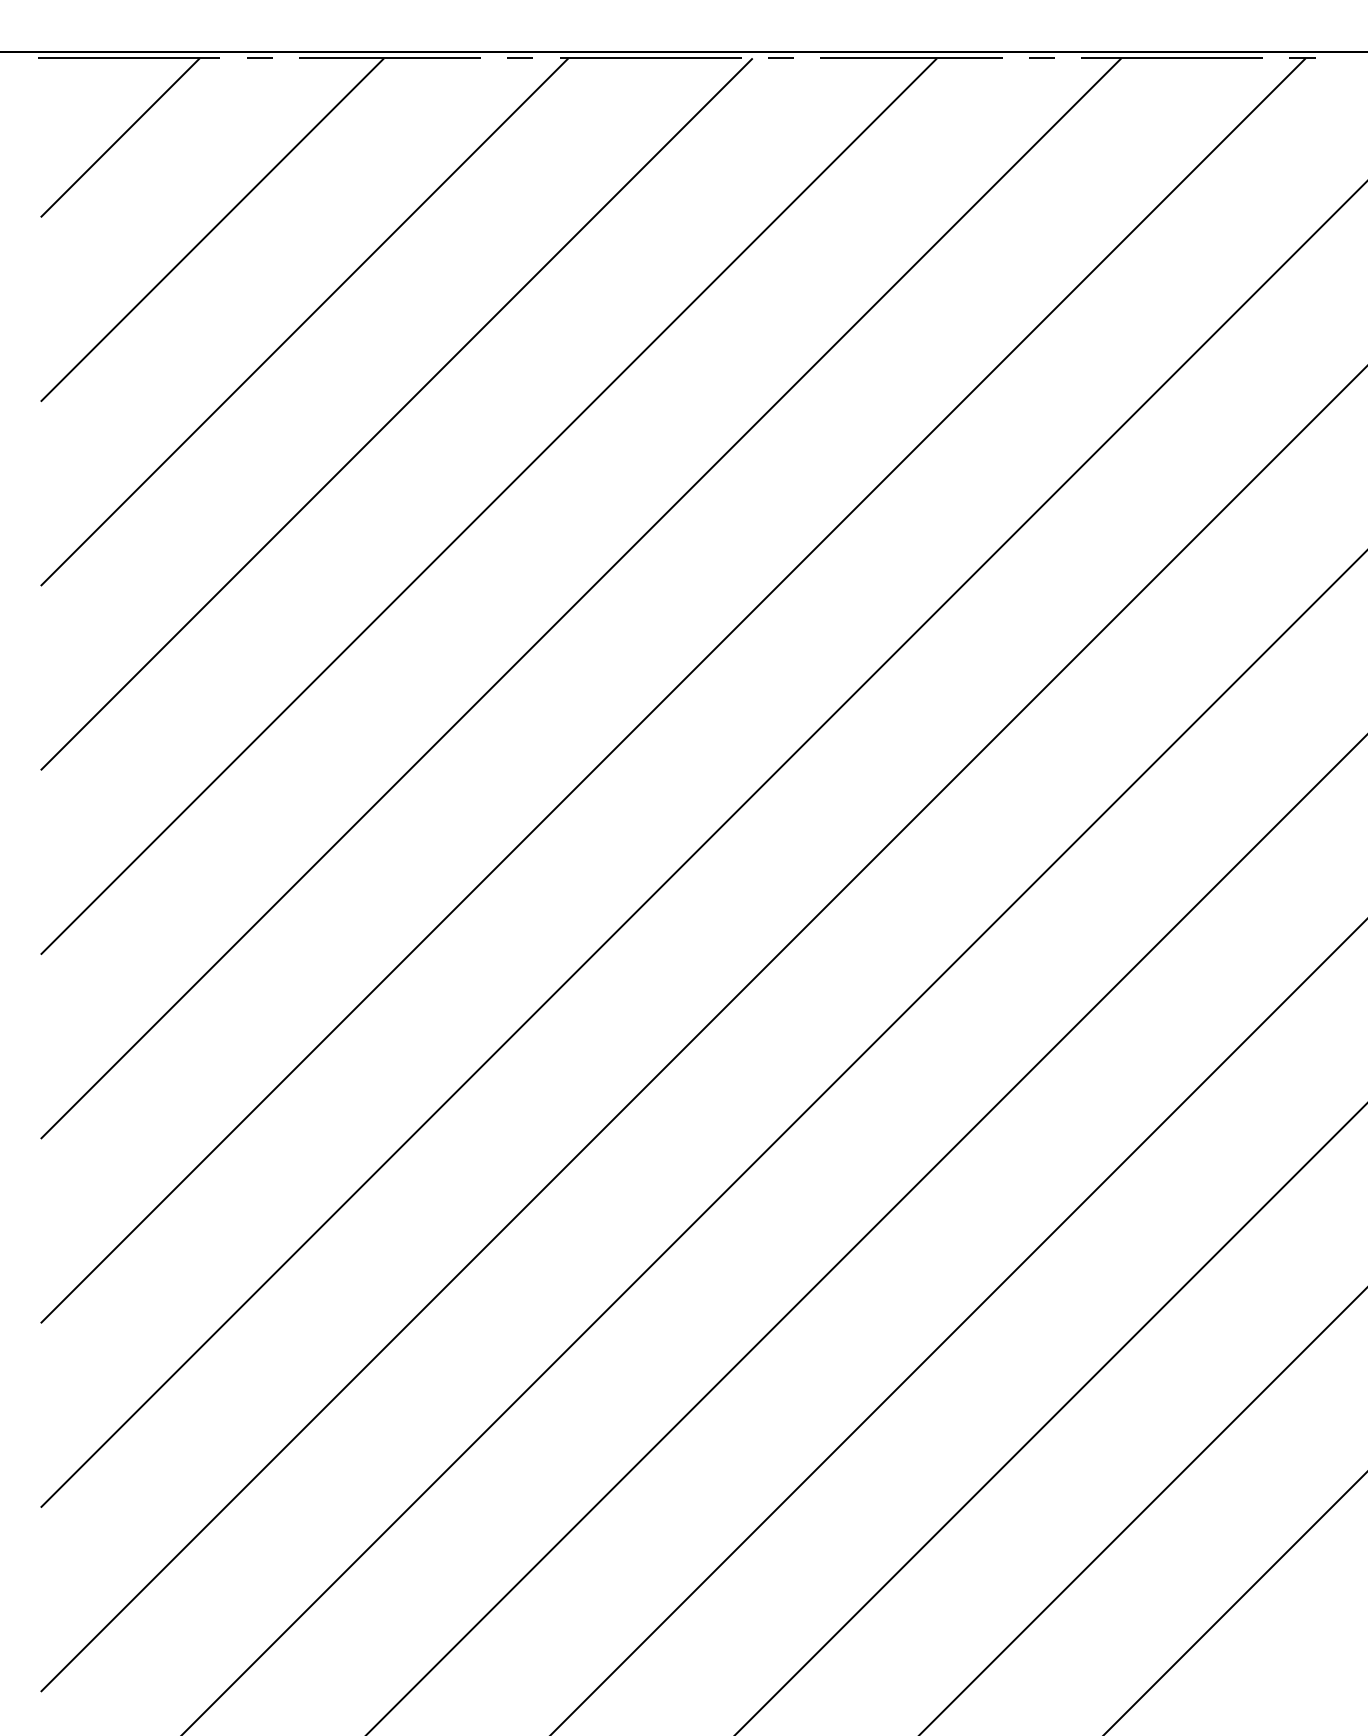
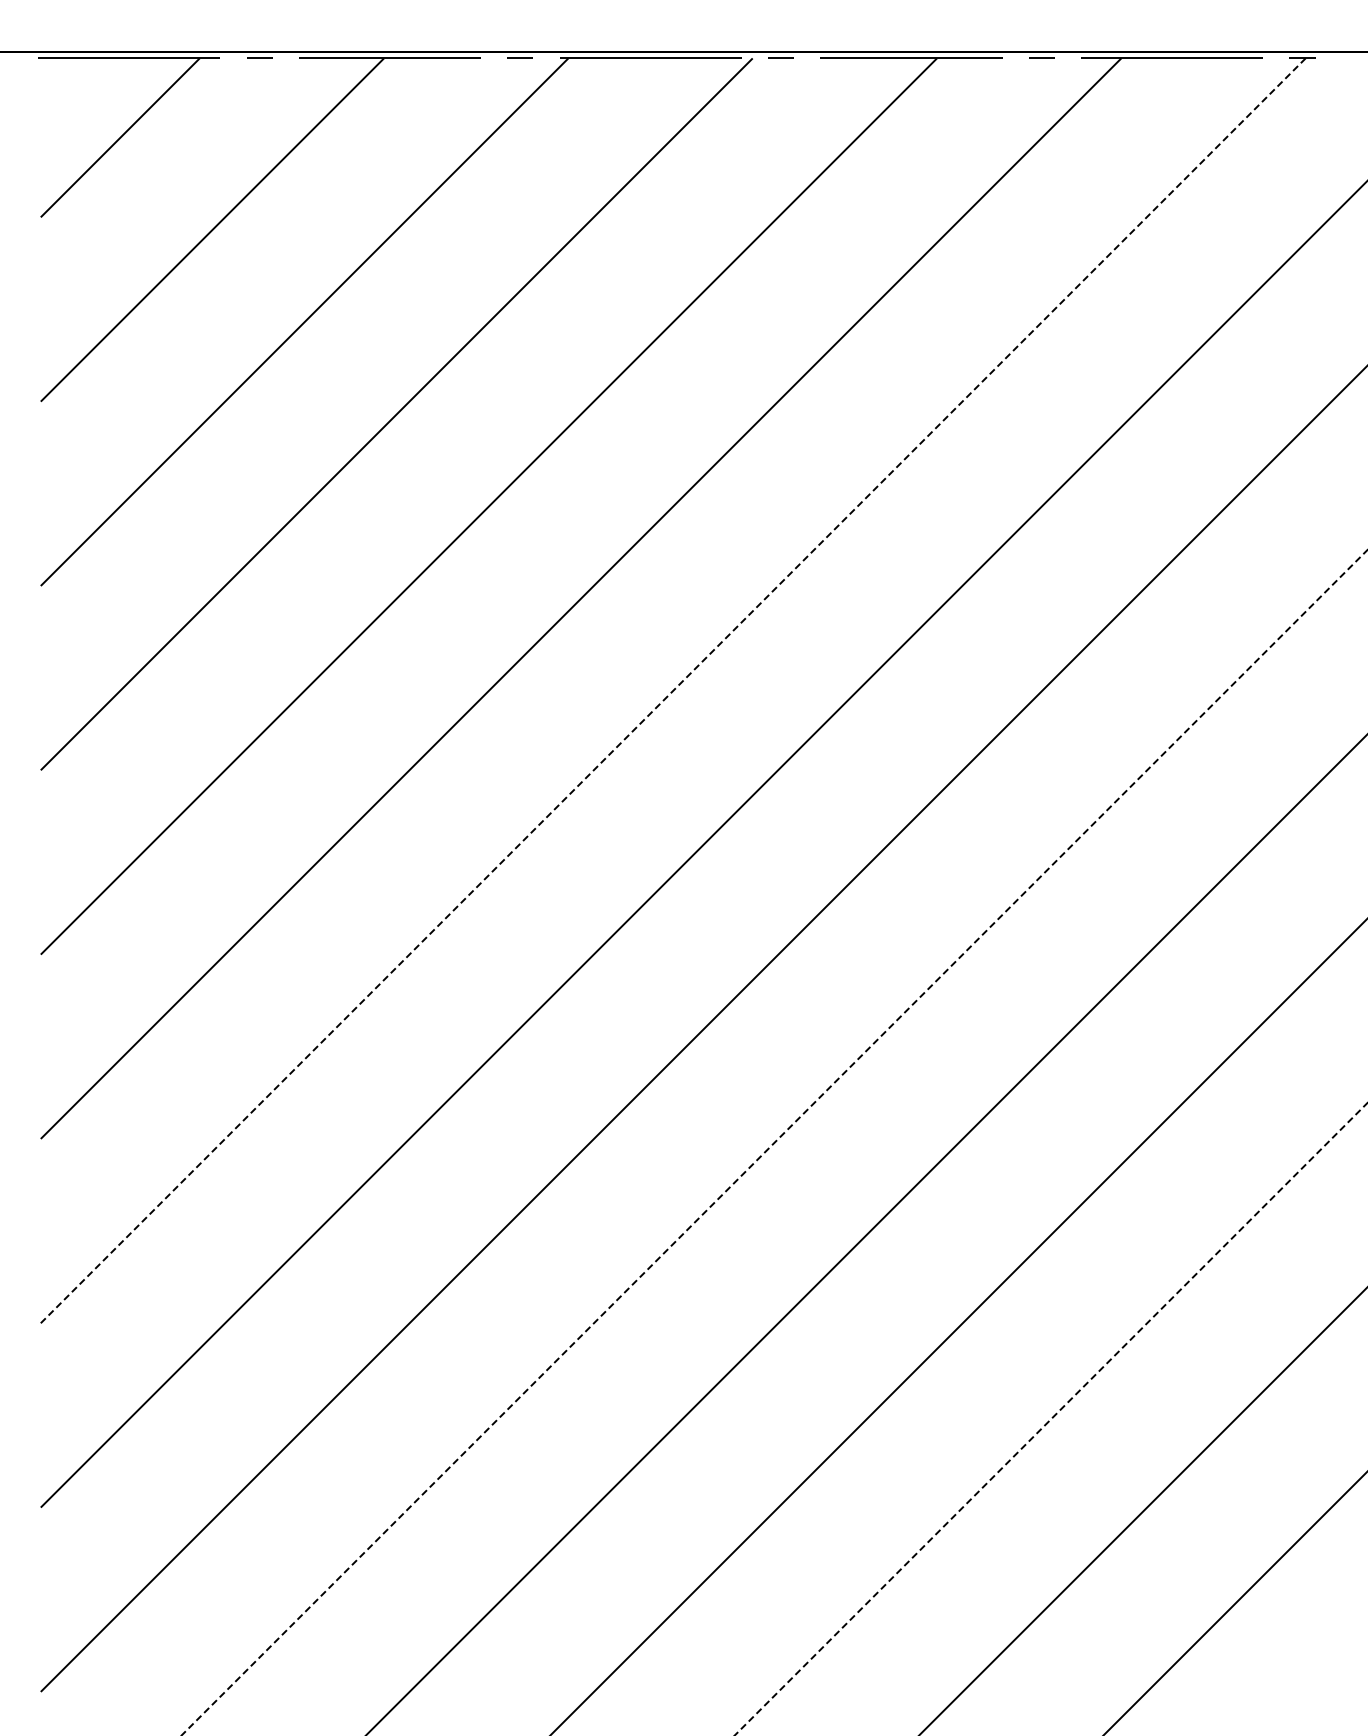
line at (673, 690): solid -> dashed
line at (774, 1142): solid -> dashed
line at (1051, 1419): solid -> dashed
